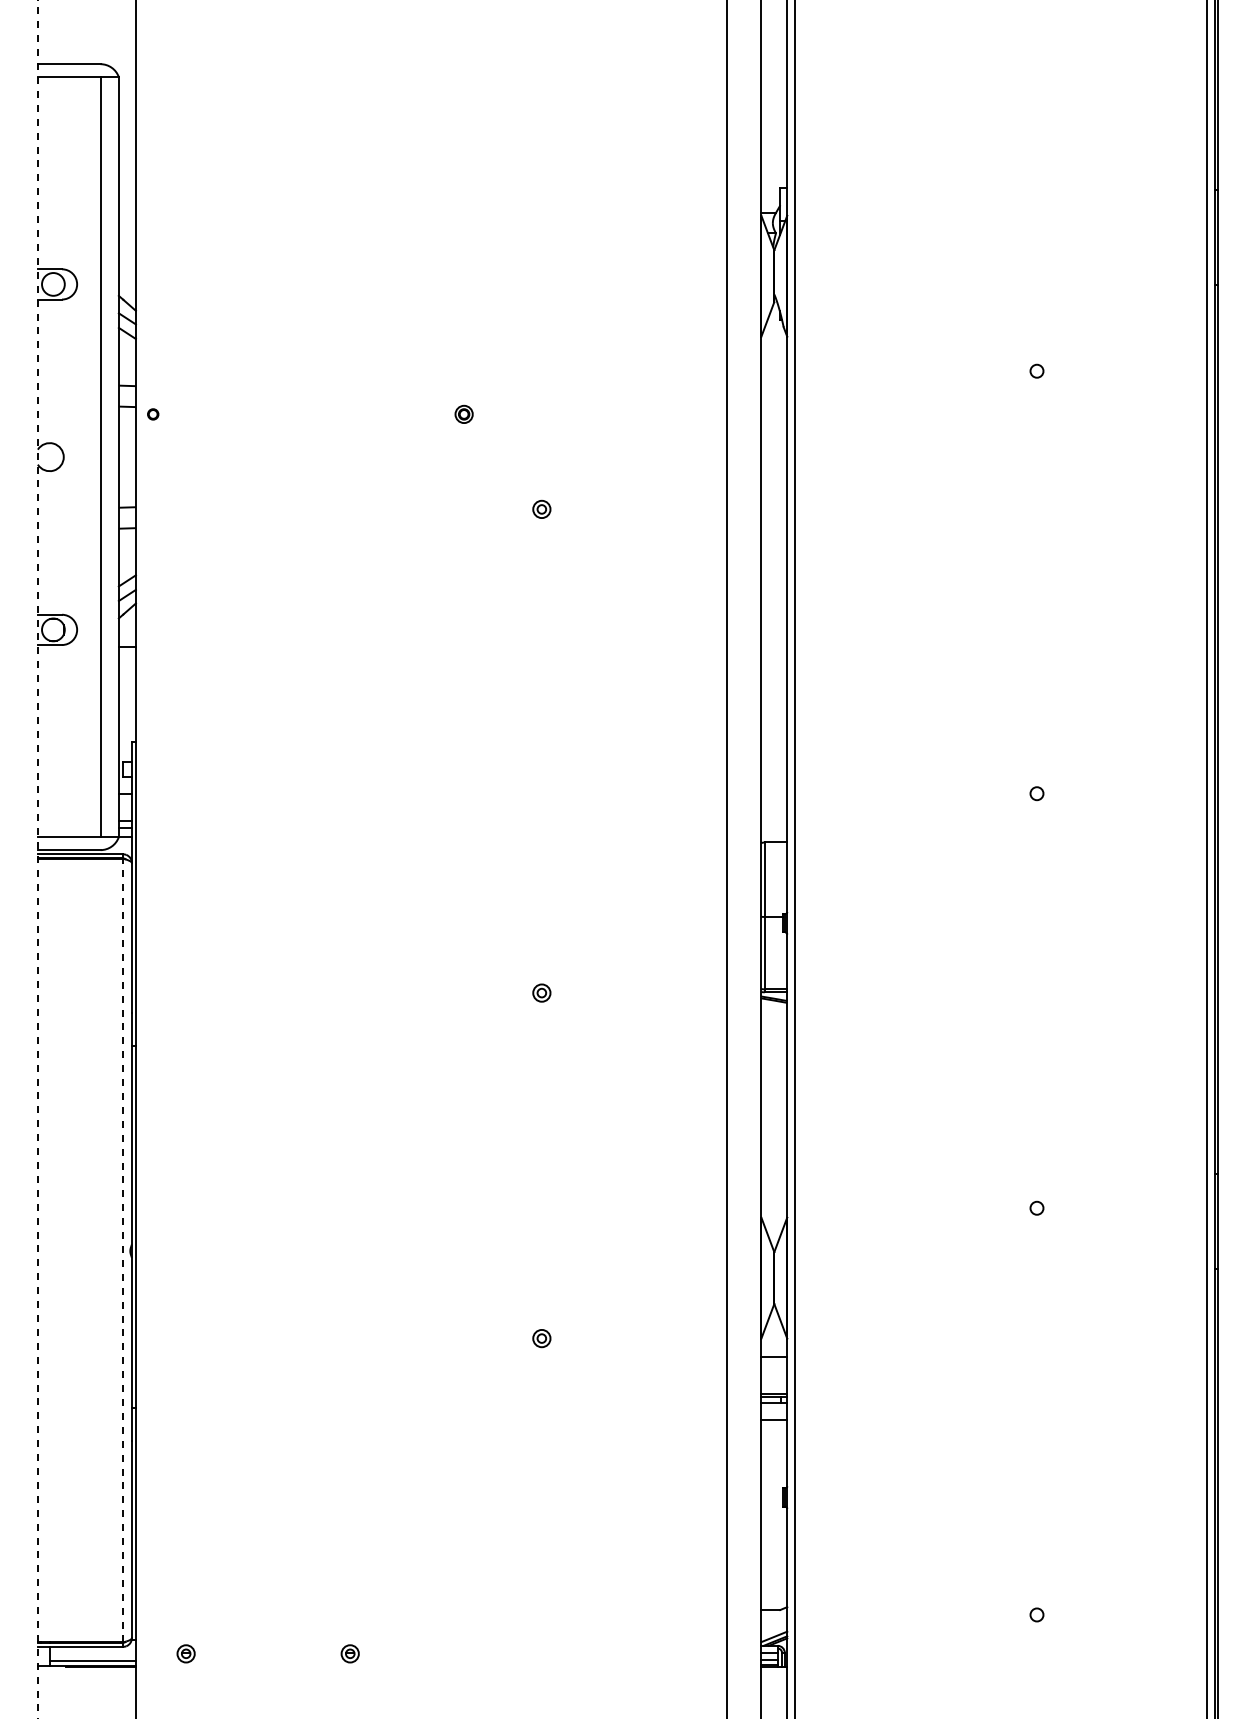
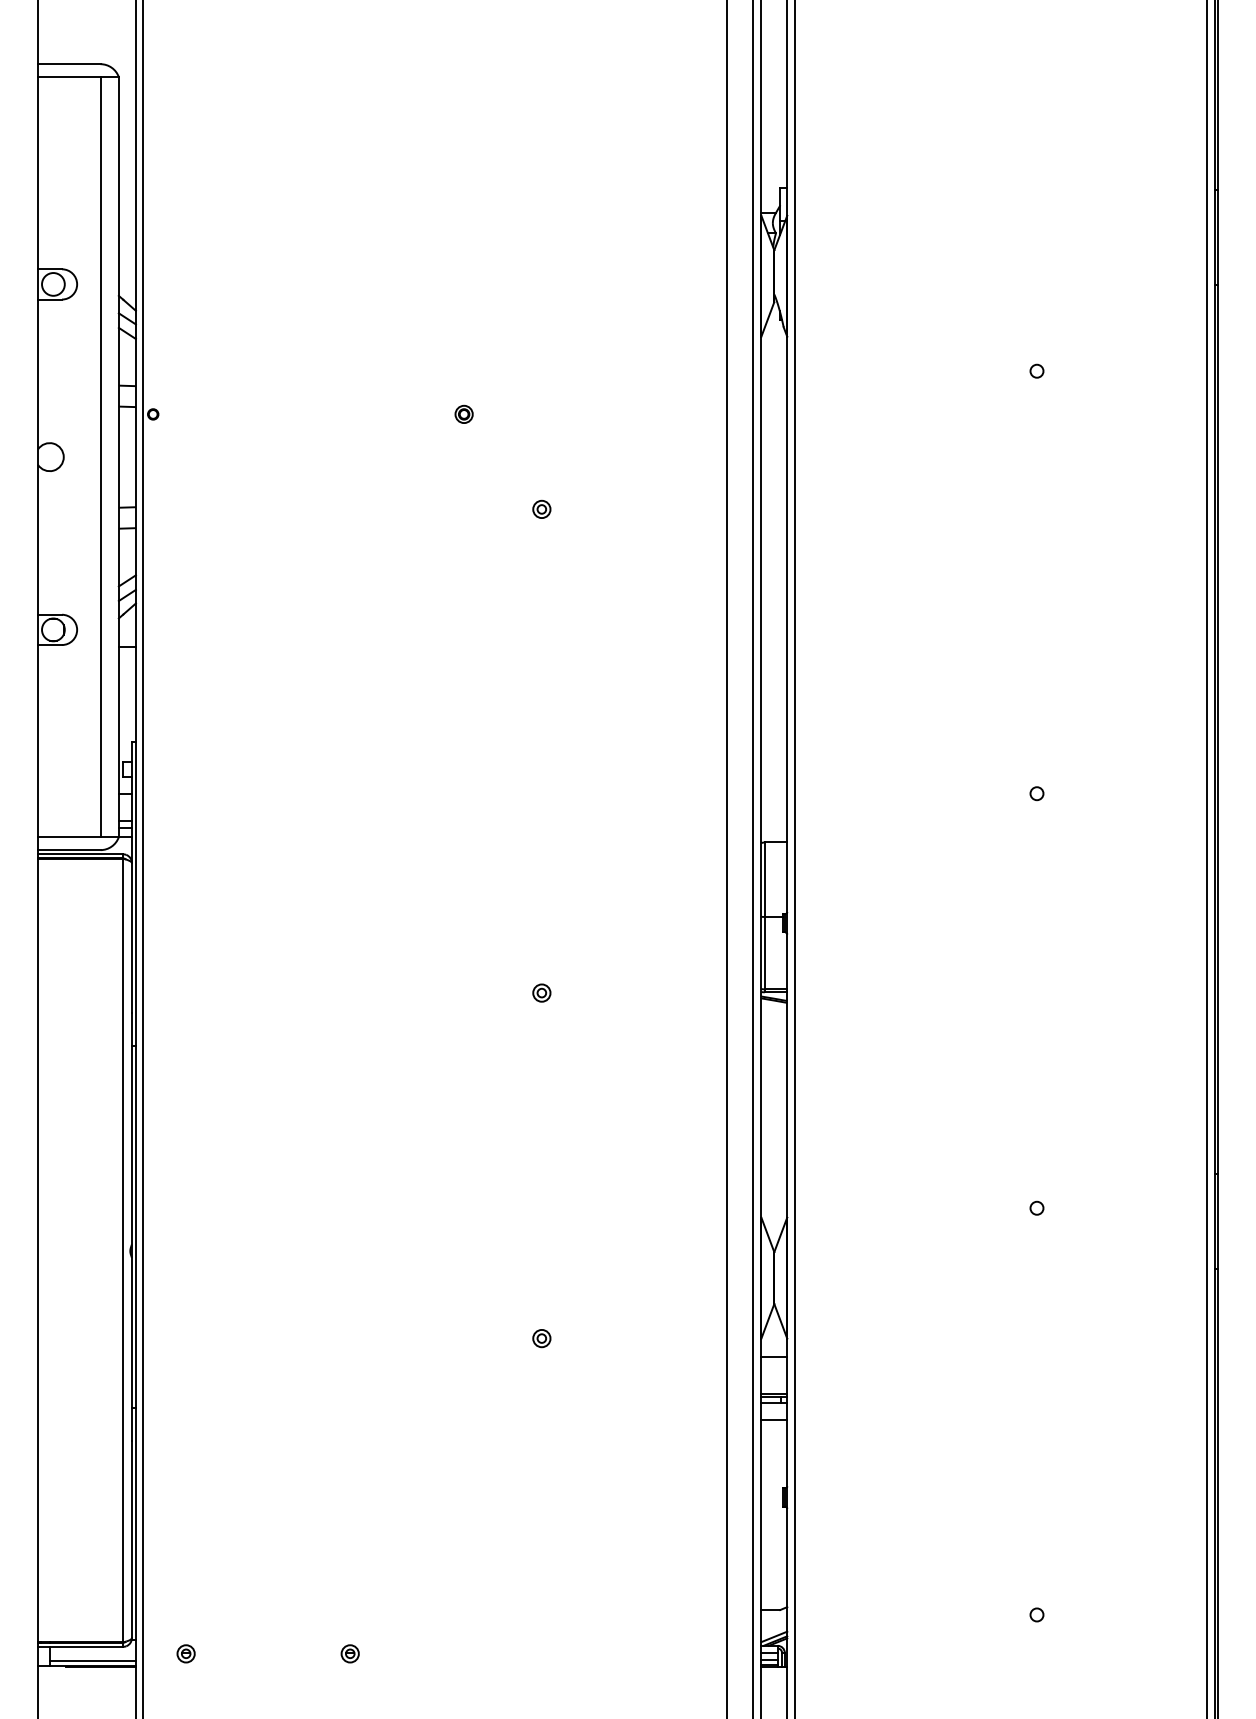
line at (143, 858): none -> present
line at (753, 858): none -> present
line at (37, 859): dashed -> solid
line at (123, 1250): dashed -> solid
